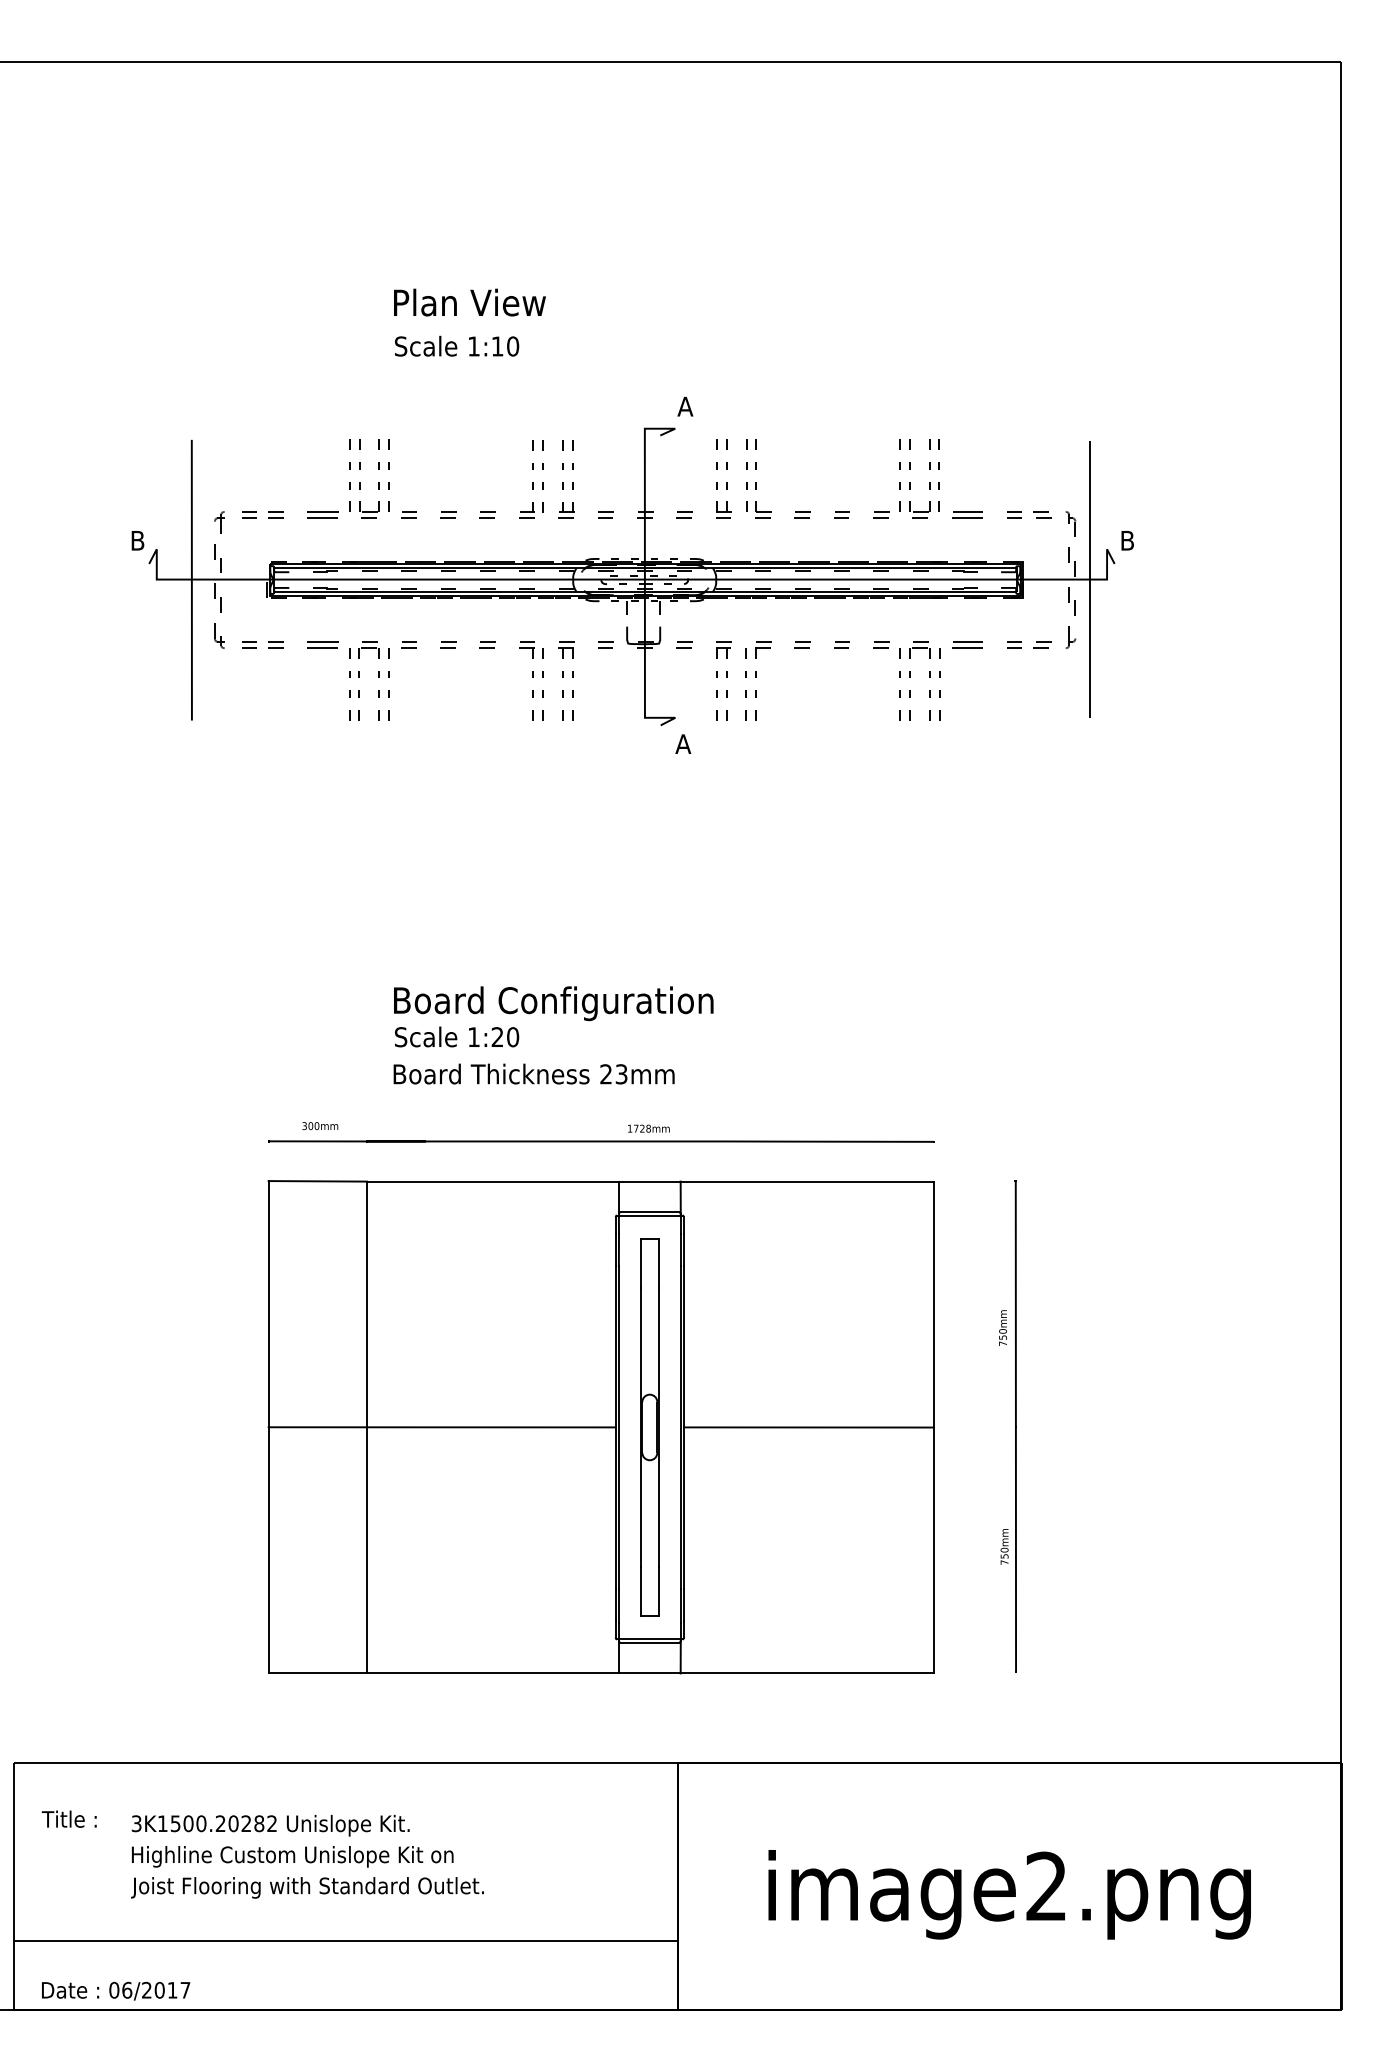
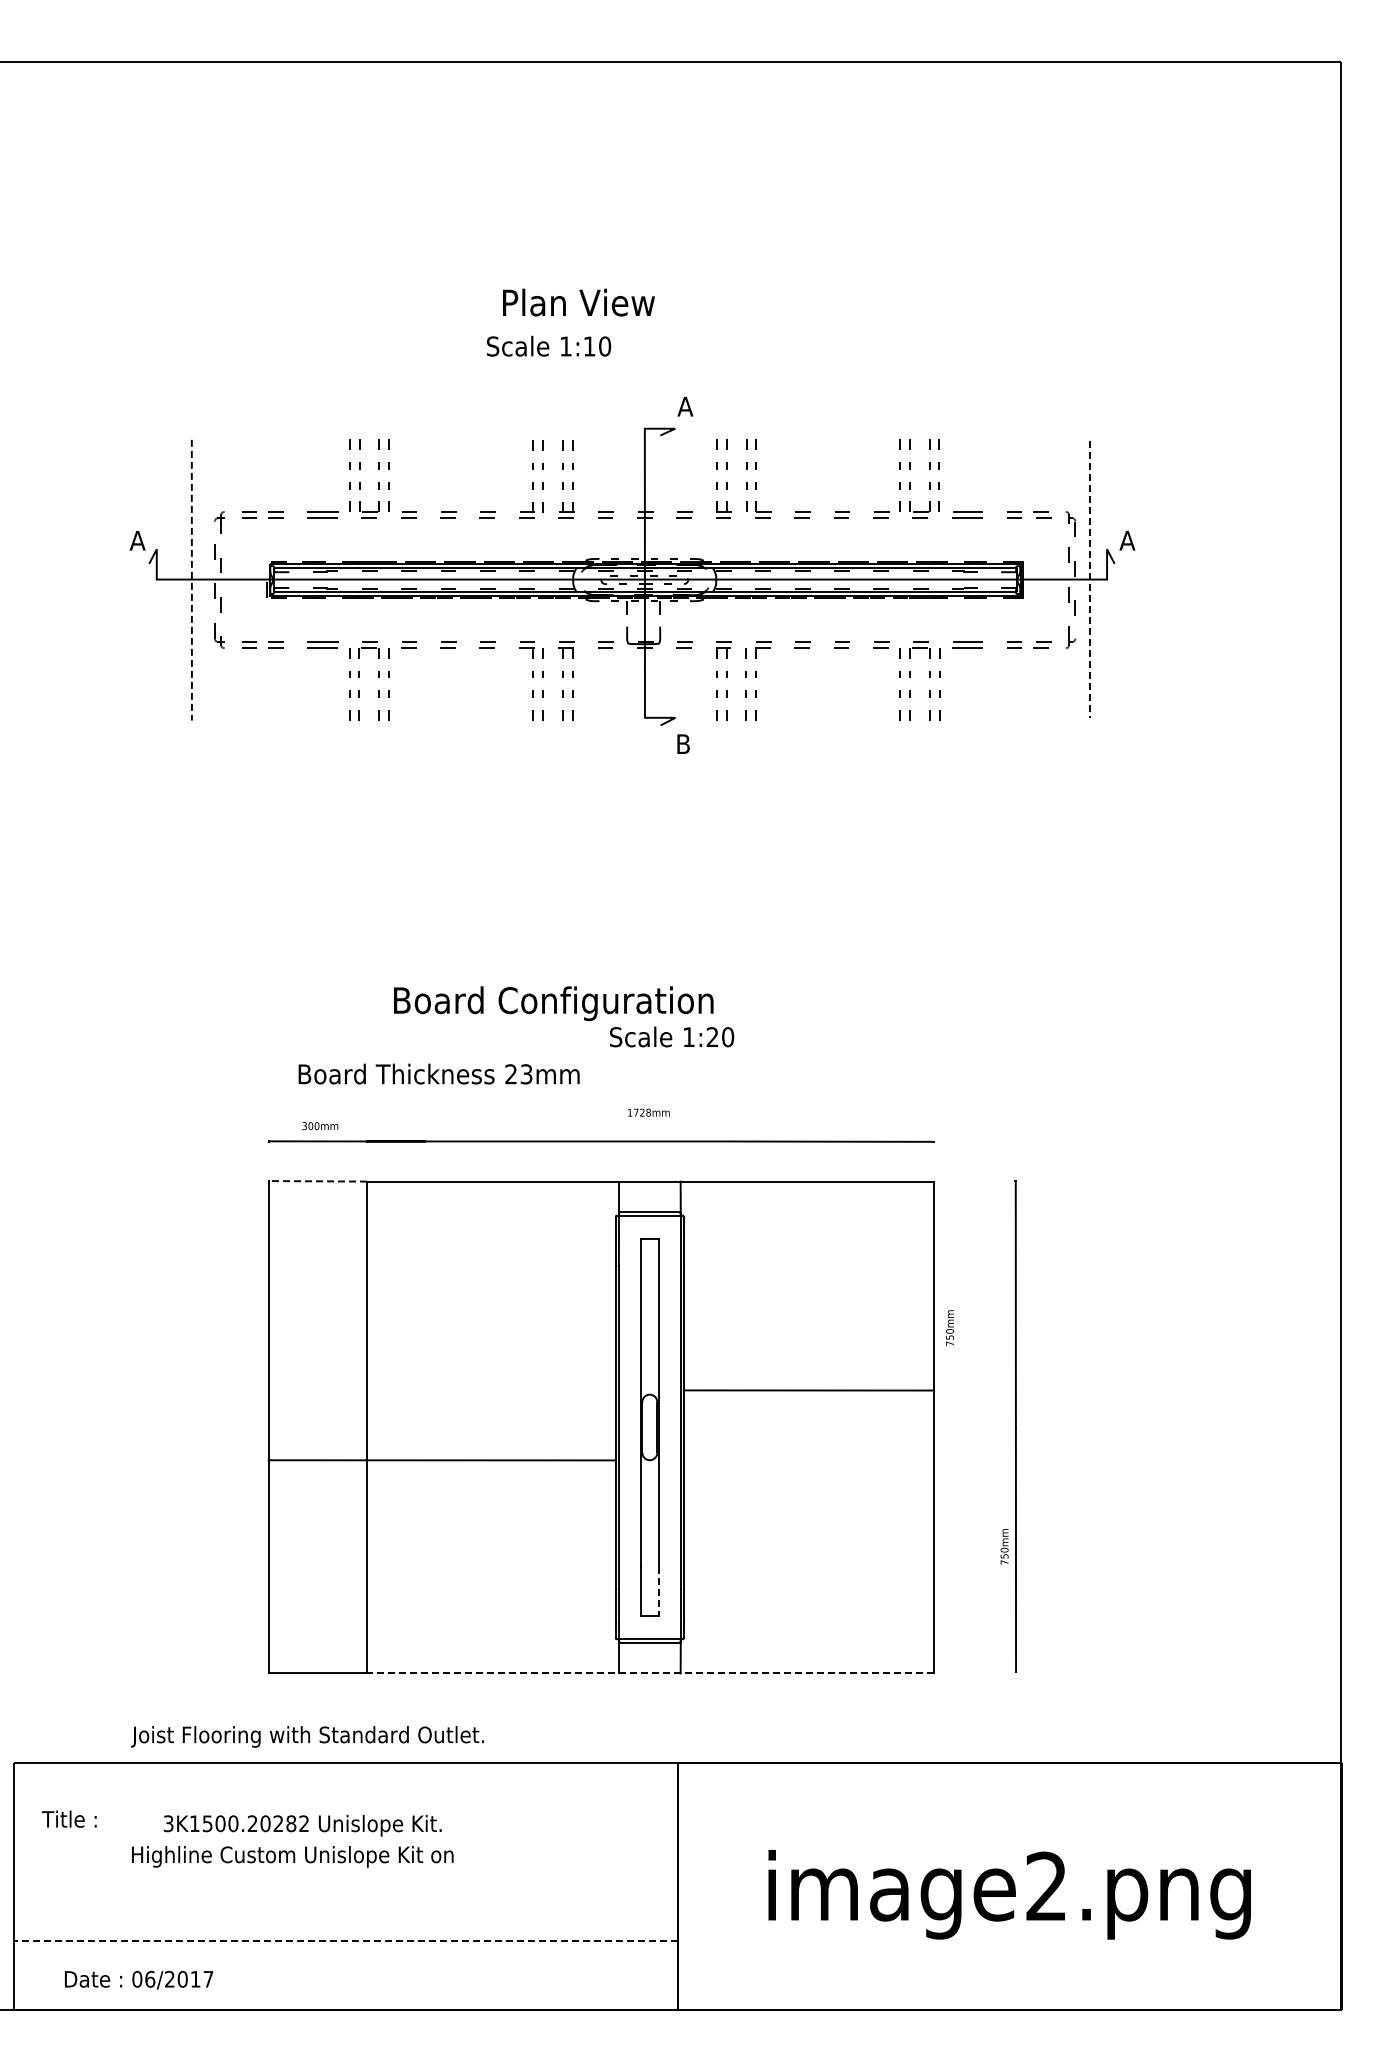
text at (469, 302) position: (469, 302) -> (578, 302)
text at (457, 345) position: (457, 345) -> (549, 345)
text at (137, 540): B -> A
text at (1127, 540): B -> A
line at (1089, 579): solid -> dashed
line at (191, 580): solid -> dashed
text at (683, 743): A -> B
text at (457, 1036) position: (457, 1036) -> (672, 1036)
text at (533, 1073) position: (533, 1073) -> (438, 1073)
text at (648, 1128) position: (648, 1128) -> (648, 1112)
line at (317, 1181): solid -> dashed
text at (1002, 1327) position: (1002, 1327) -> (949, 1327)
line at (441, 1427) position: (441, 1427) -> (441, 1460)
line at (808, 1427) position: (808, 1427) -> (808, 1390)
line at (658, 1591): solid -> dashed
line at (649, 1673): solid -> dashed
text at (270, 1825) position: (270, 1825) -> (302, 1825)
text at (307, 1887) position: (307, 1887) -> (307, 1736)
line at (345, 1940): solid -> dashed
text at (116, 1990) position: (116, 1990) -> (139, 1979)
